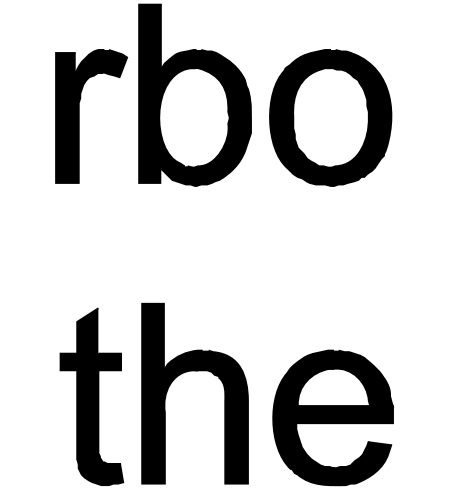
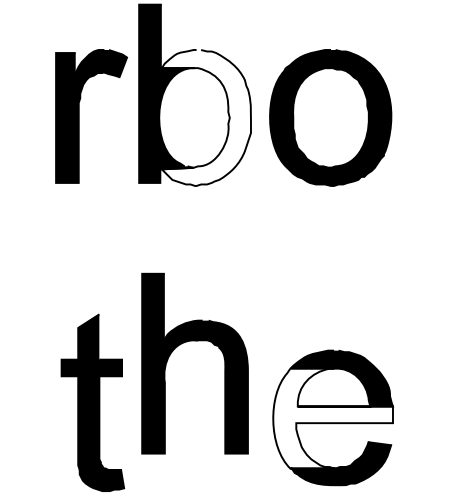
fill at (205, 117): present -> none
part at (194, 371) position: (194, 371) -> (194, 341)
part at (91, 396) position: (91, 396) -> (92, 402)
fill at (332, 418): present -> none
